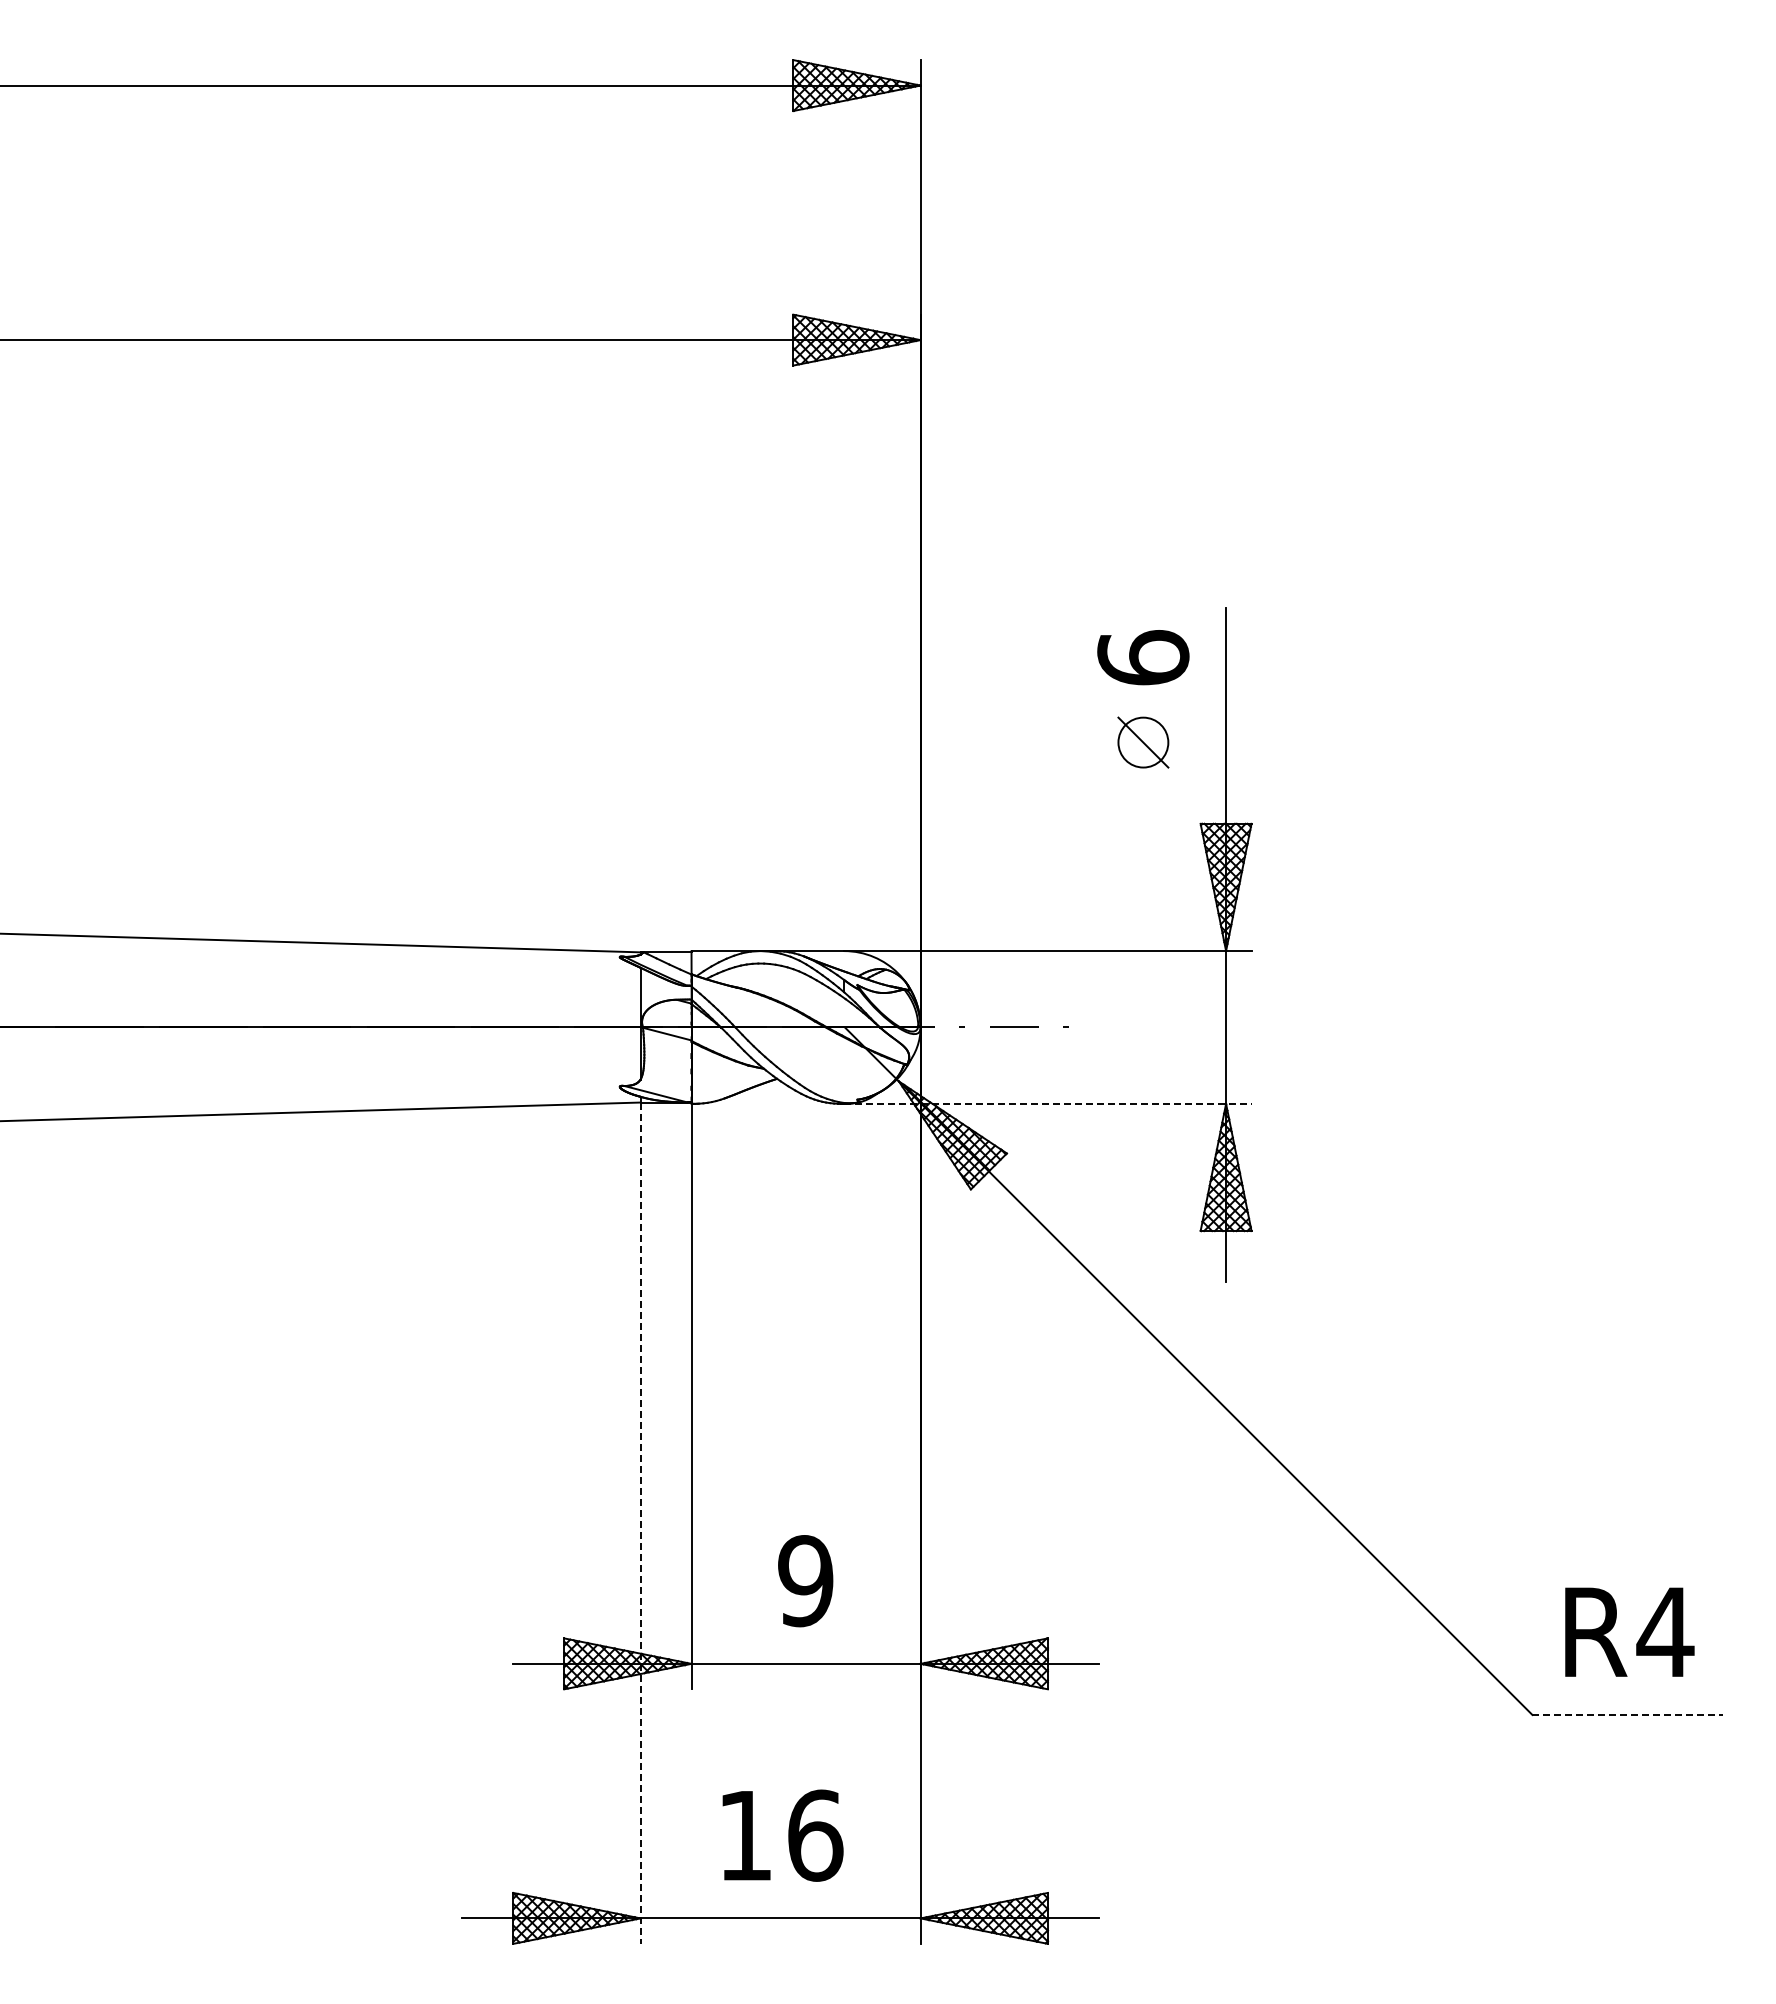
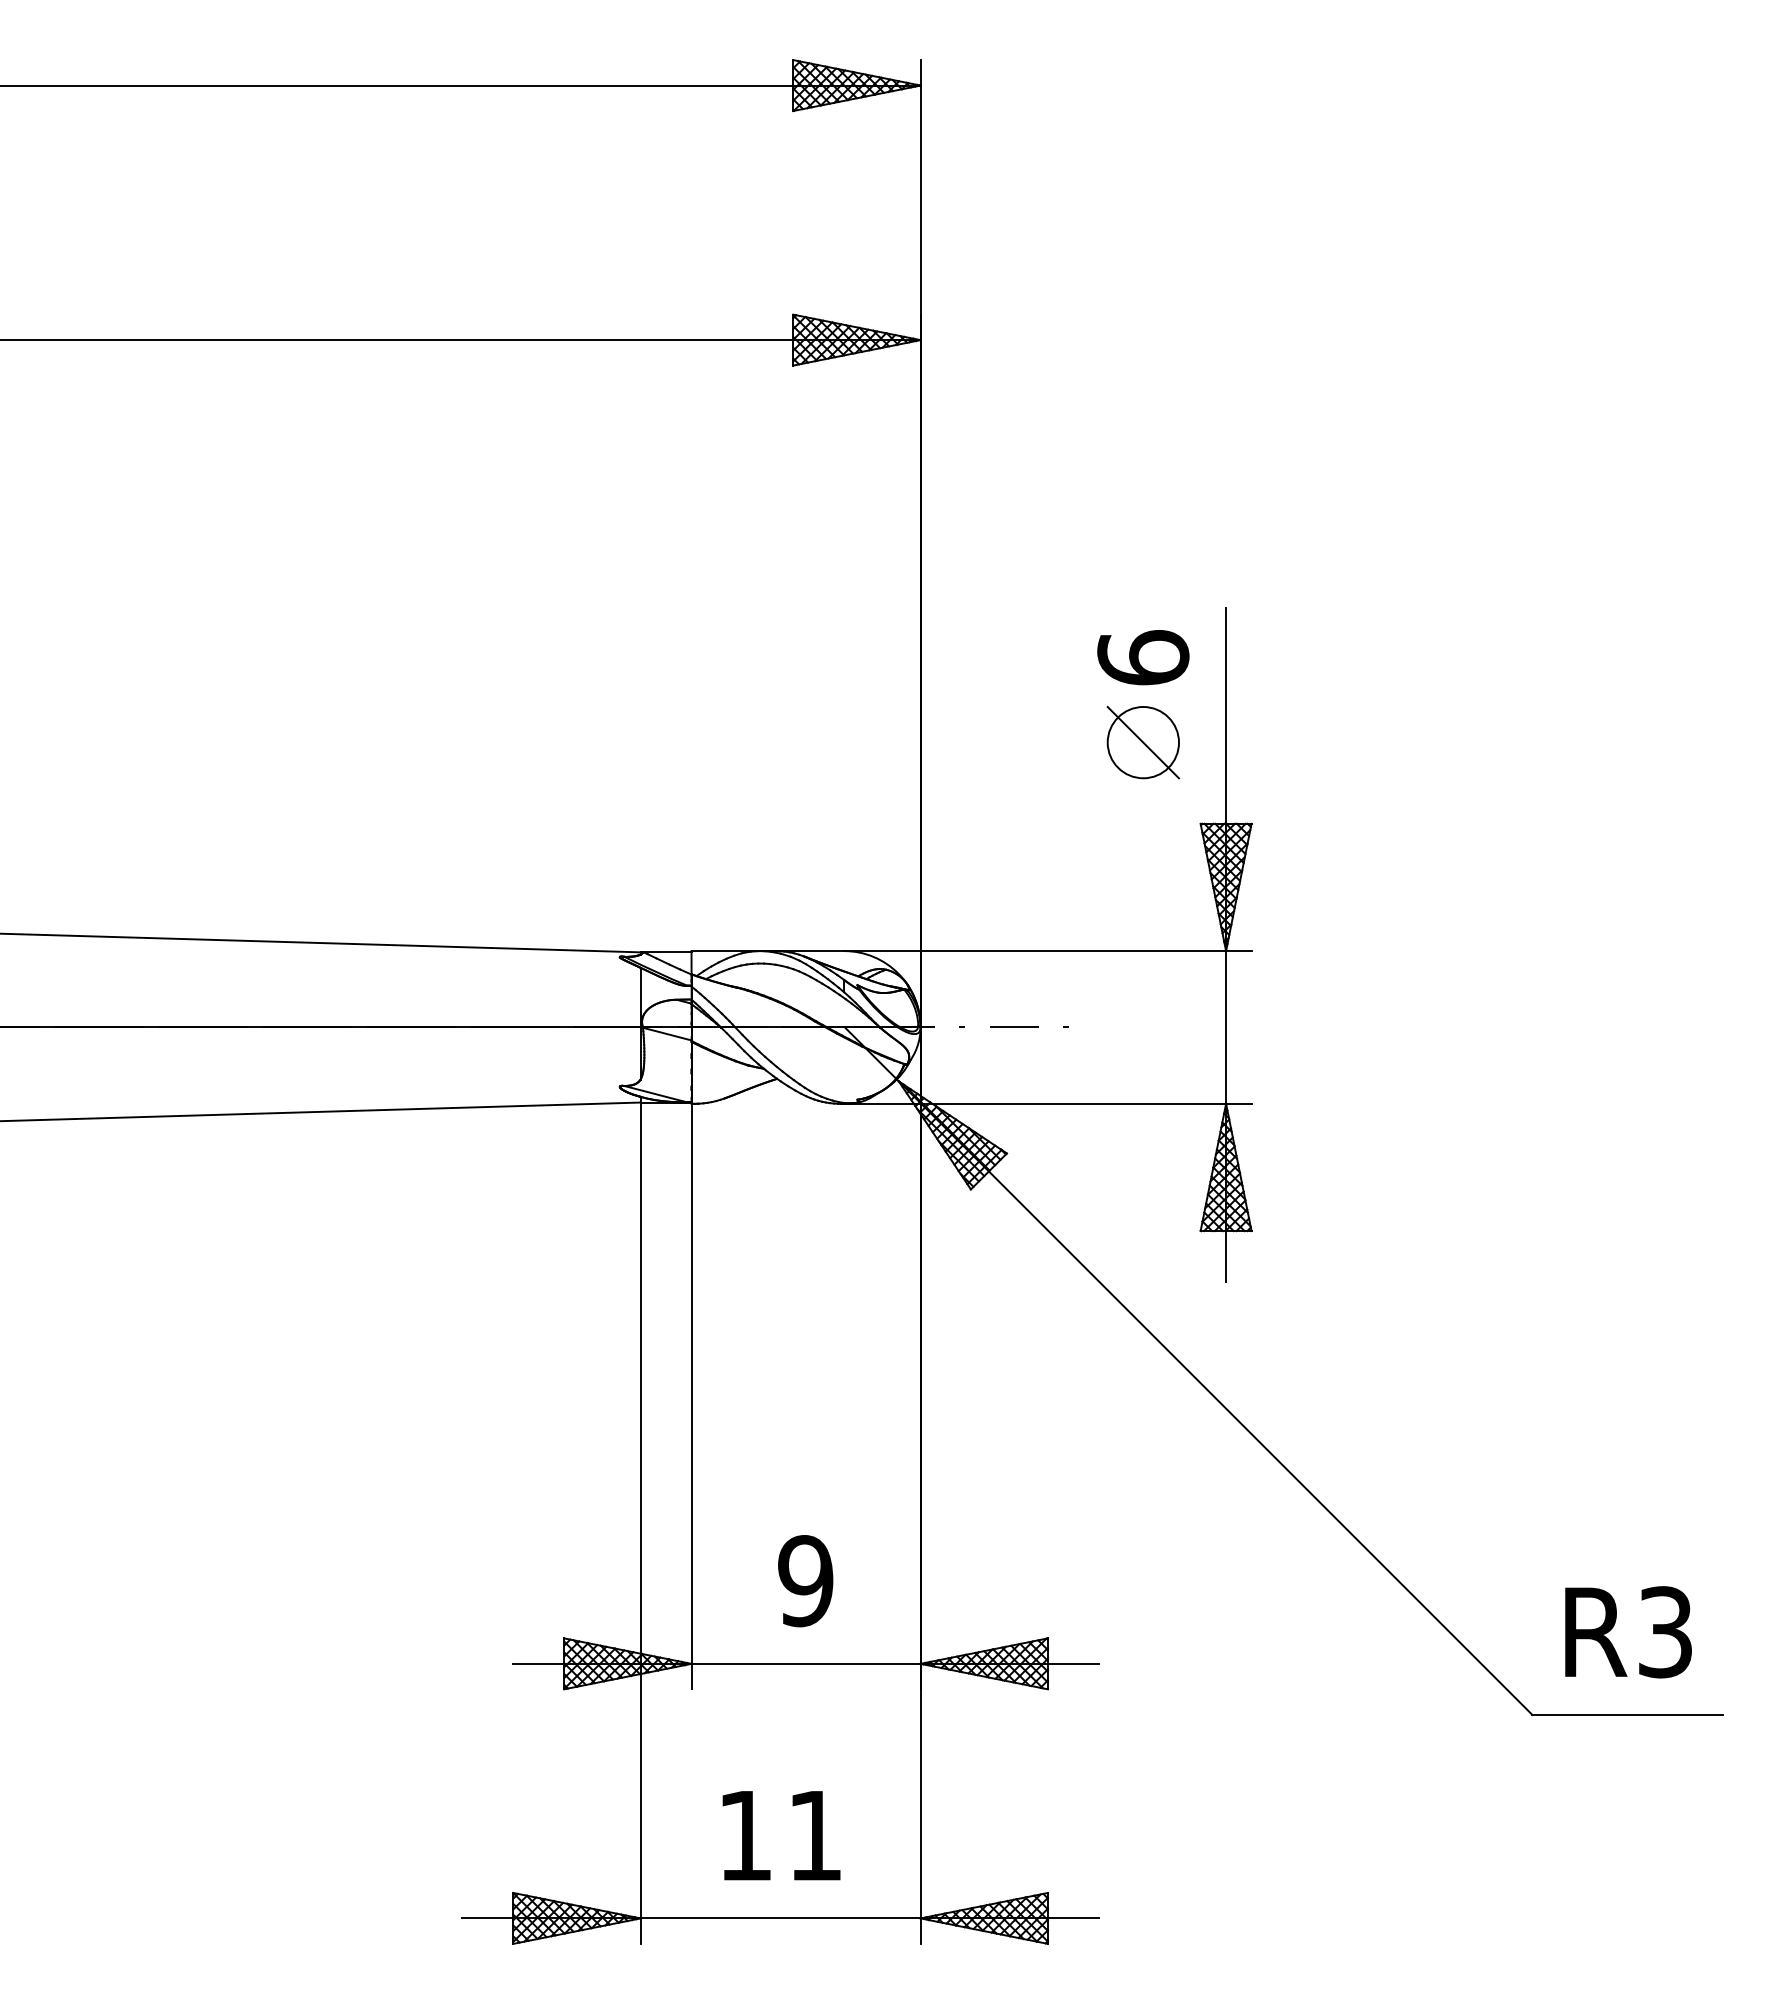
part at (1143, 742) size: 53x53 px -> 75x75 px
line at (1047, 1103): dashed -> solid
line at (640, 1523): dashed -> solid
text at (1665, 1632): R4 -> R3
line at (1628, 1715): dashed -> solid
text at (815, 1835): 16 -> 11
